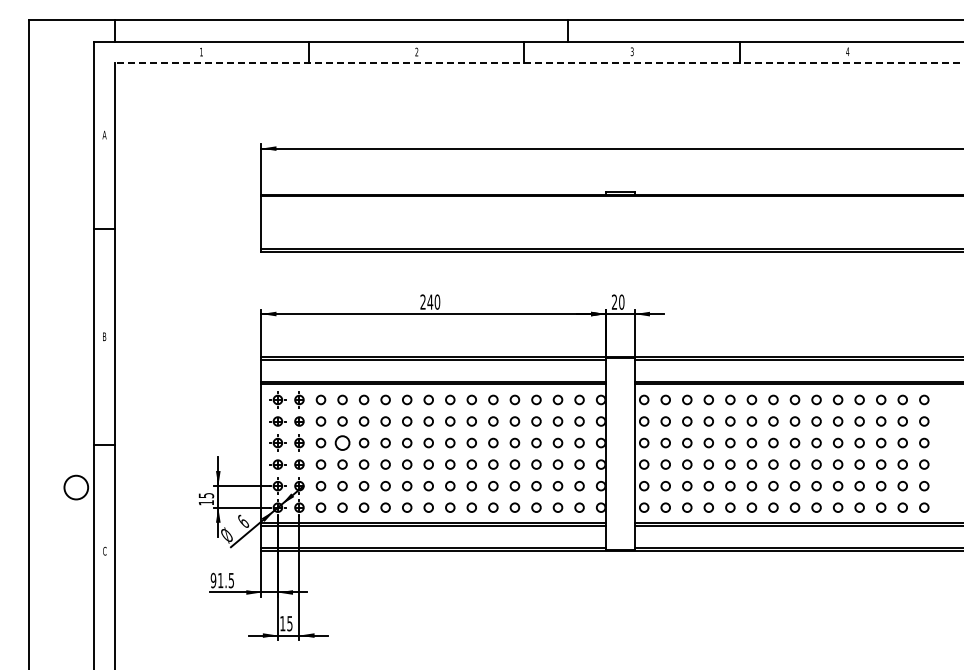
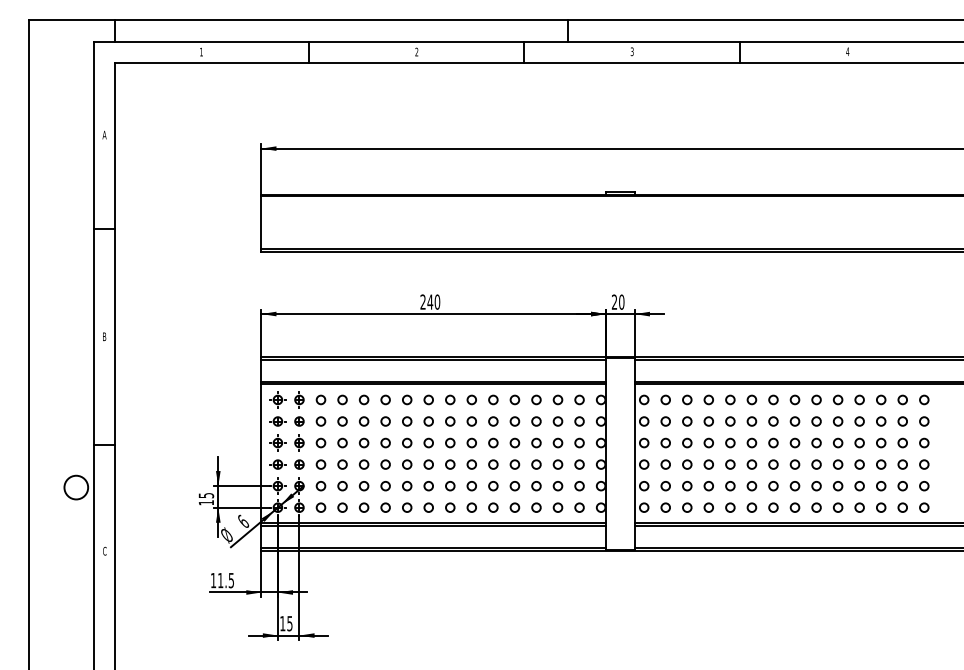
line at (538, 63): dashed -> solid
circle at (342, 442) size: 17x16 px -> 11x12 px
text at (213, 580): 91.5 -> 11.5
